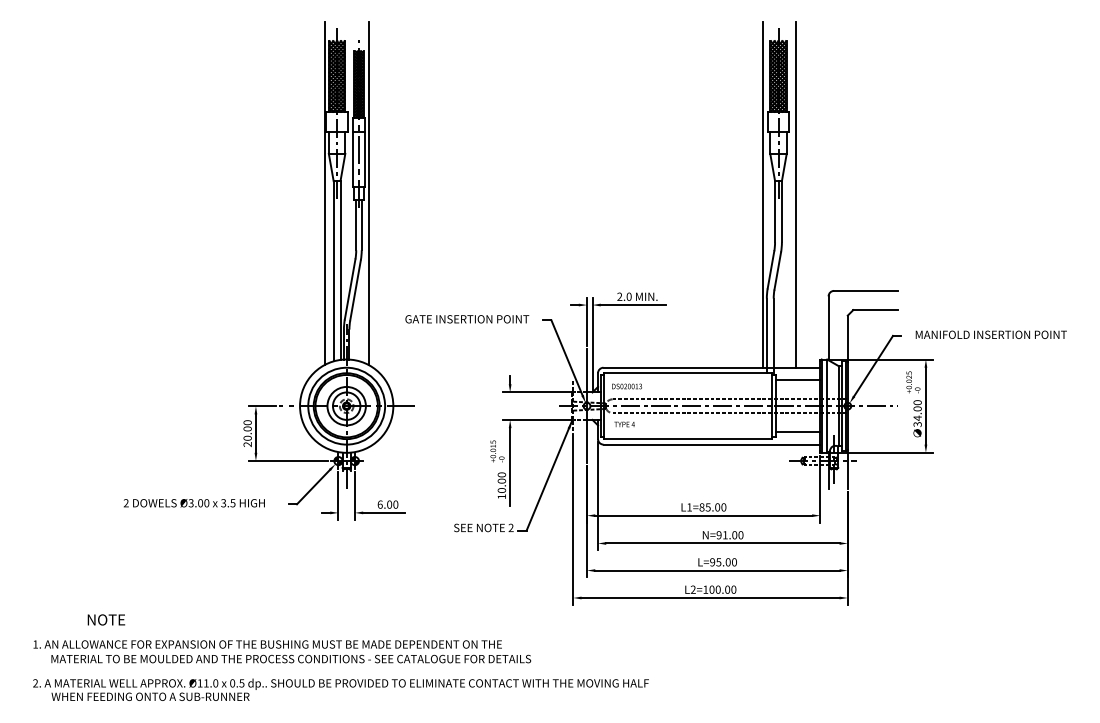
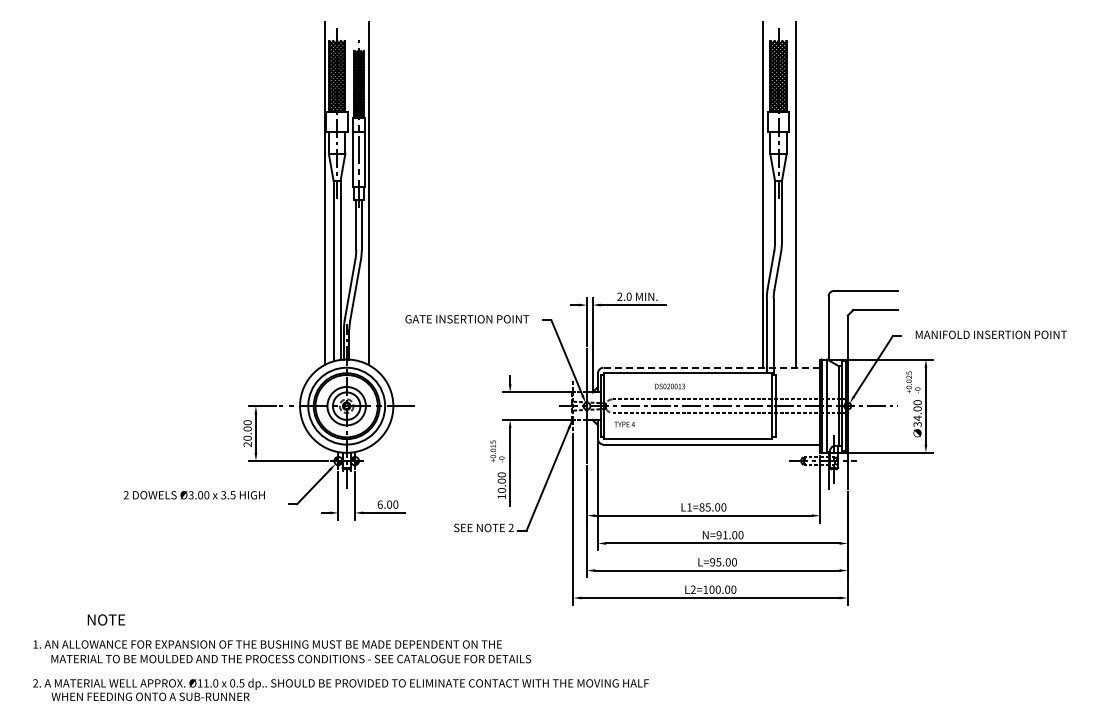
line at (712, 367): solid -> dashed
line at (797, 380): present -> none
text at (626, 386) position: (626, 386) -> (669, 386)
line at (797, 432): present -> none
text at (193, 503) position: (193, 503) -> (193, 495)
